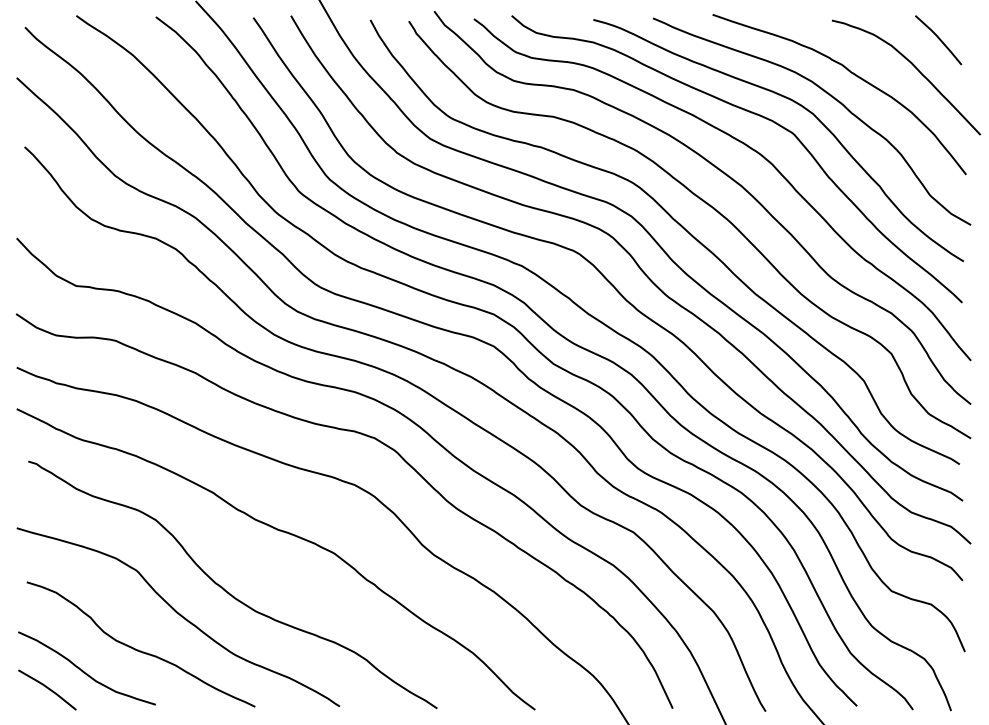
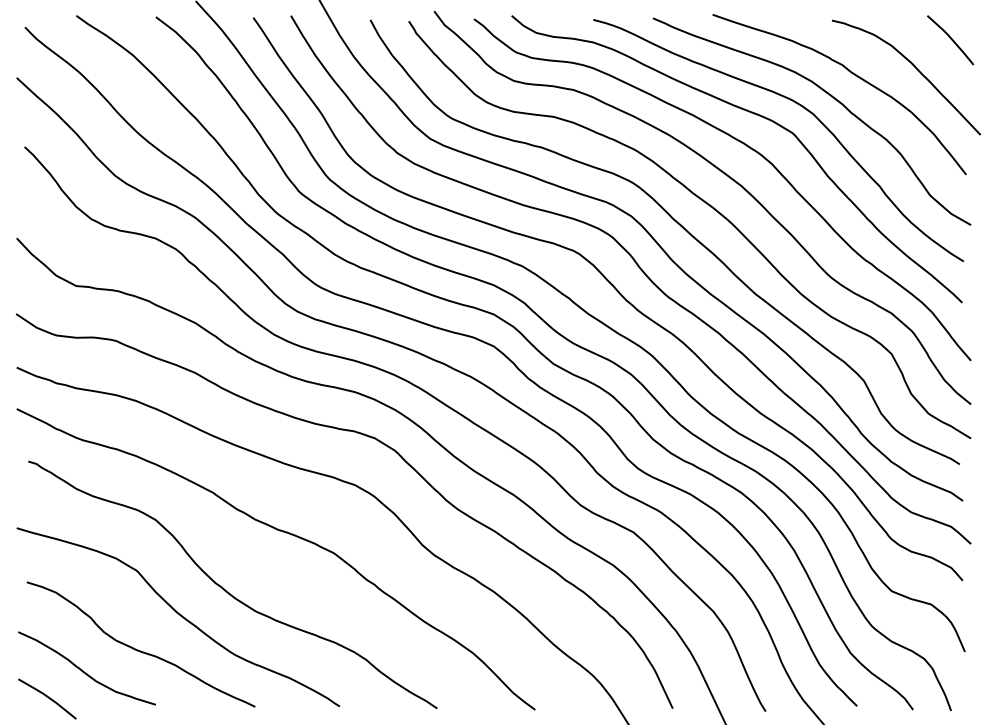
line at (938, 39) position: (938, 39) -> (950, 39)
line at (47, 688) position: (47, 688) -> (47, 697)
